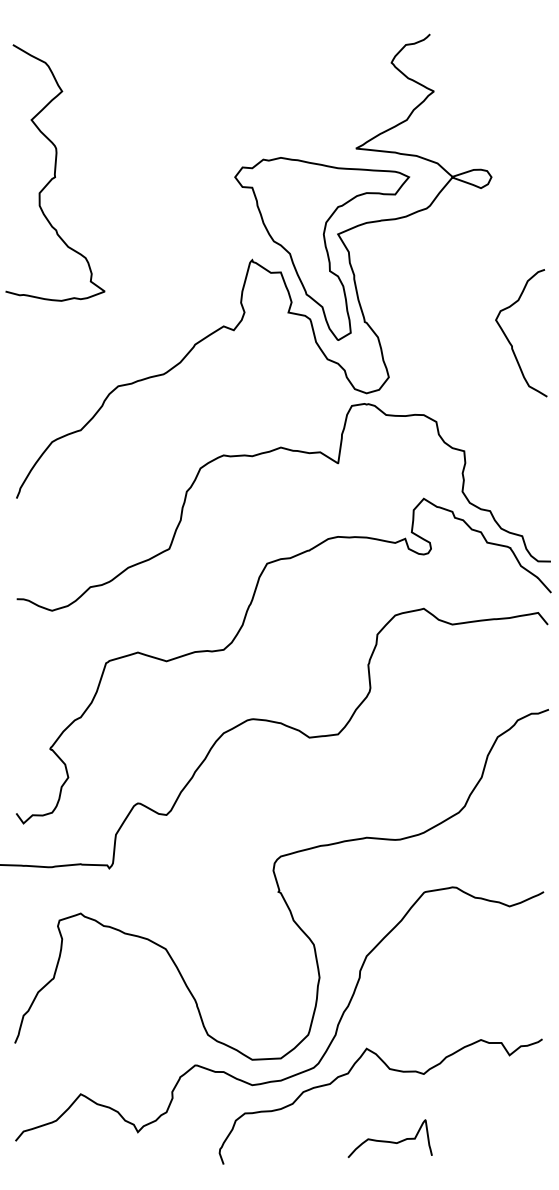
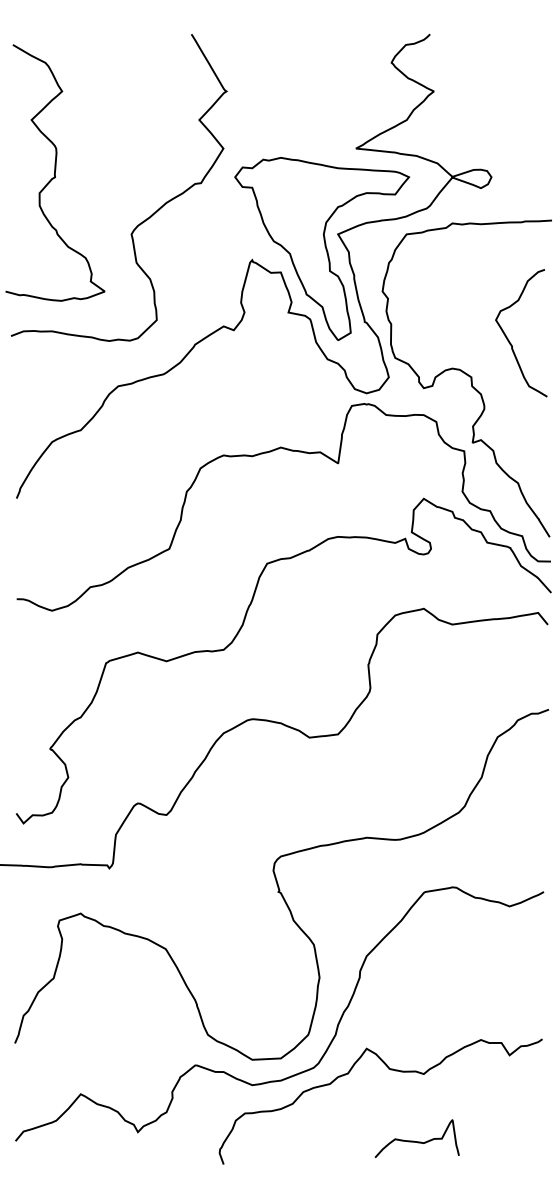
curve at (140, 222): none -> present
curve at (468, 376): none -> present
curve at (387, 1140) position: (387, 1140) -> (414, 1140)
